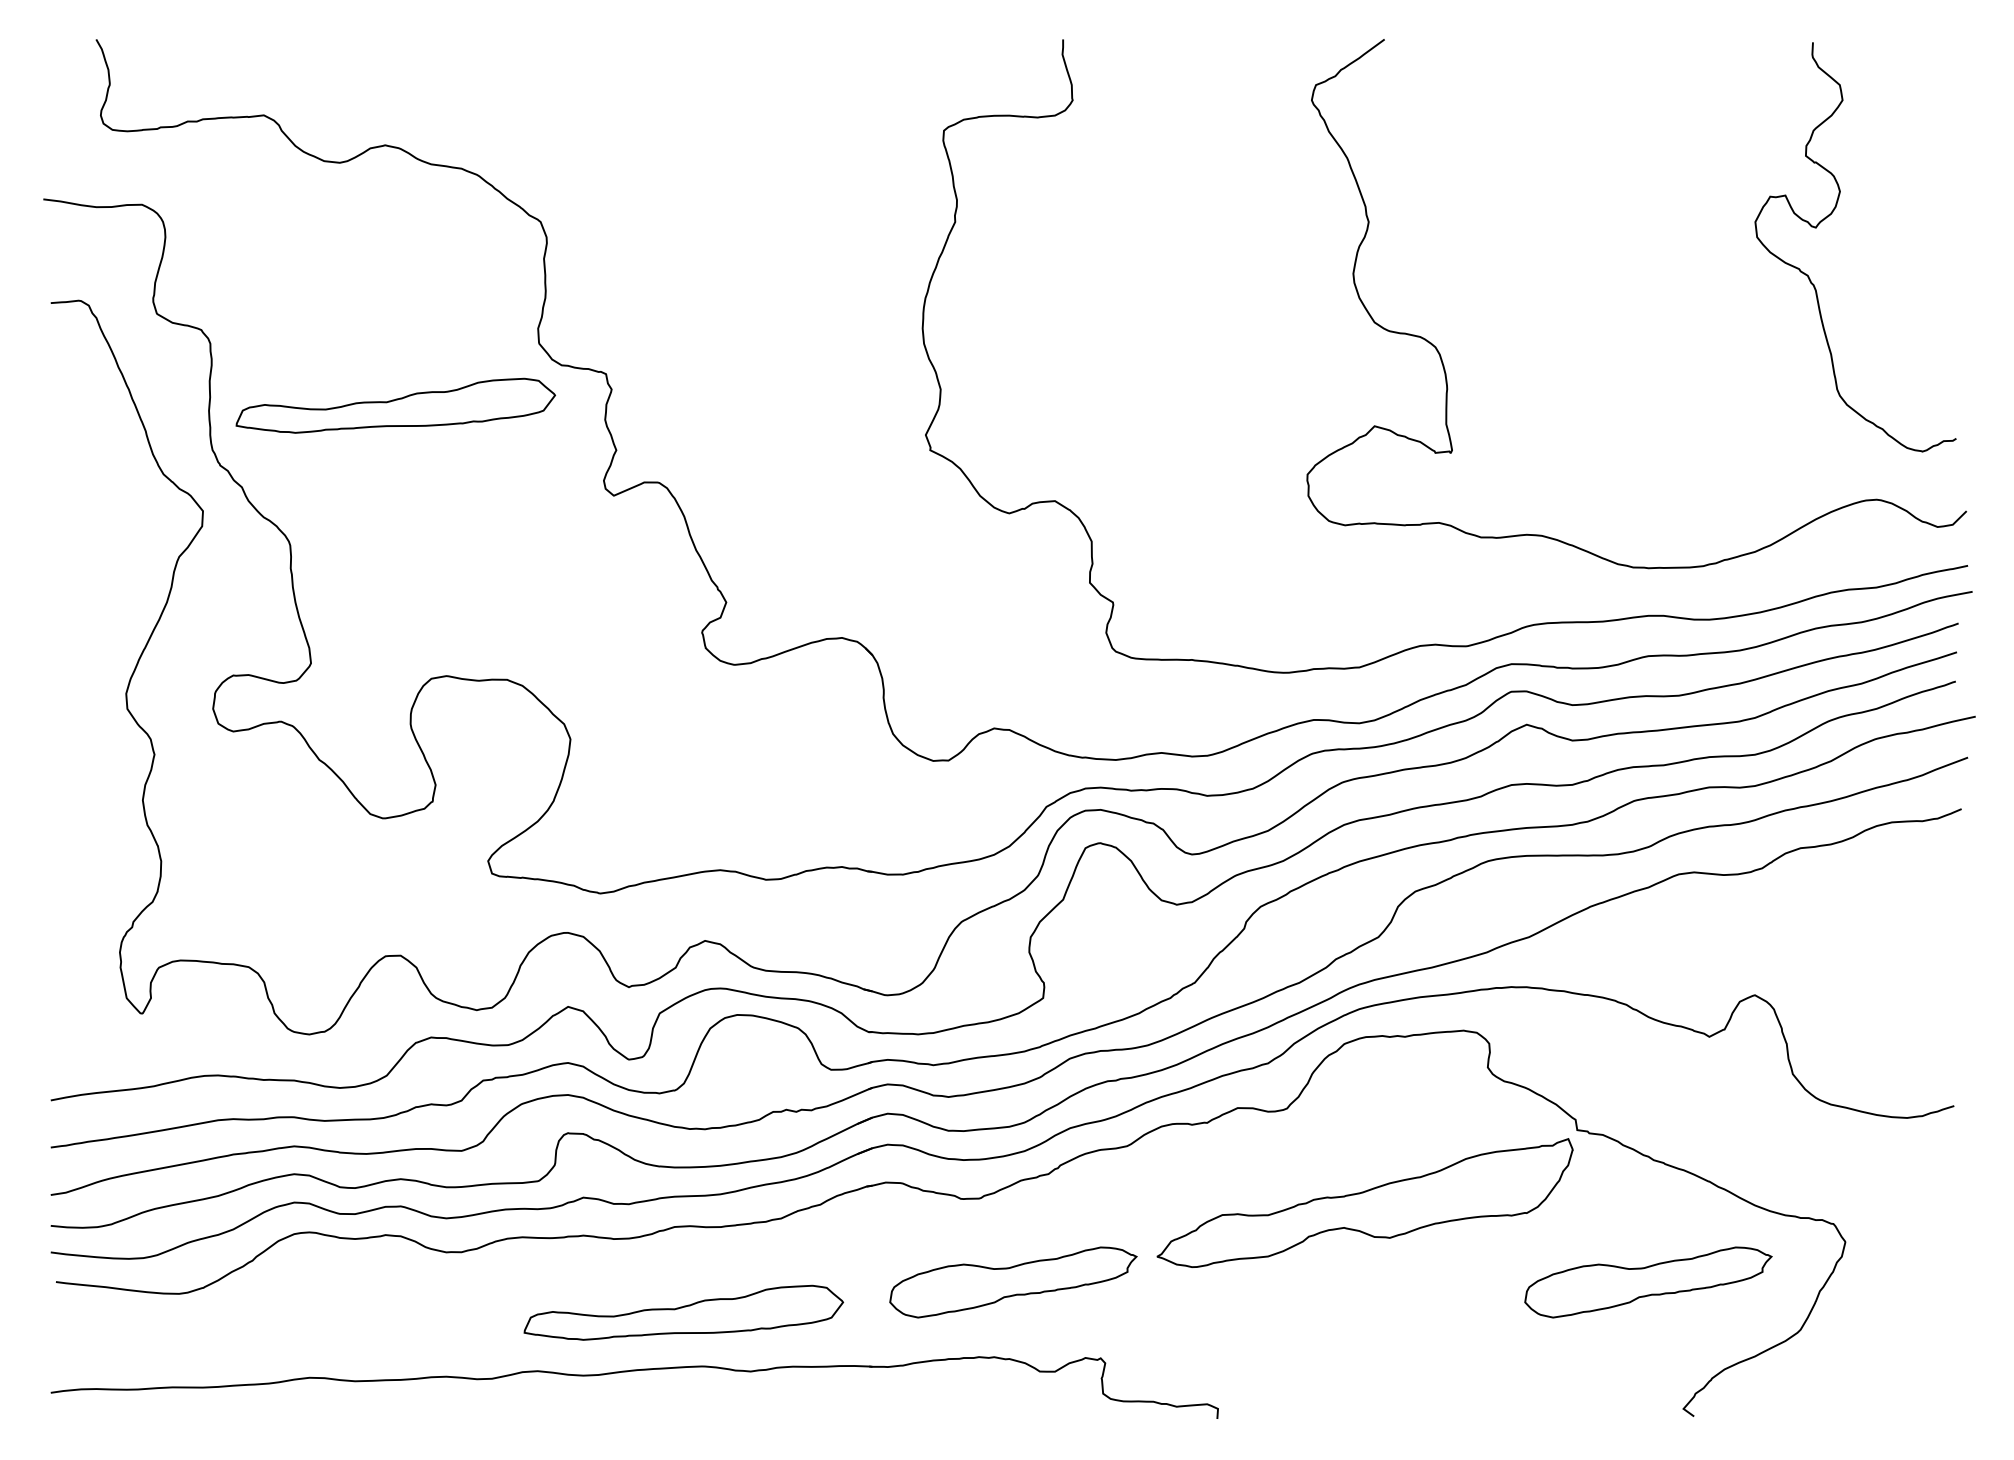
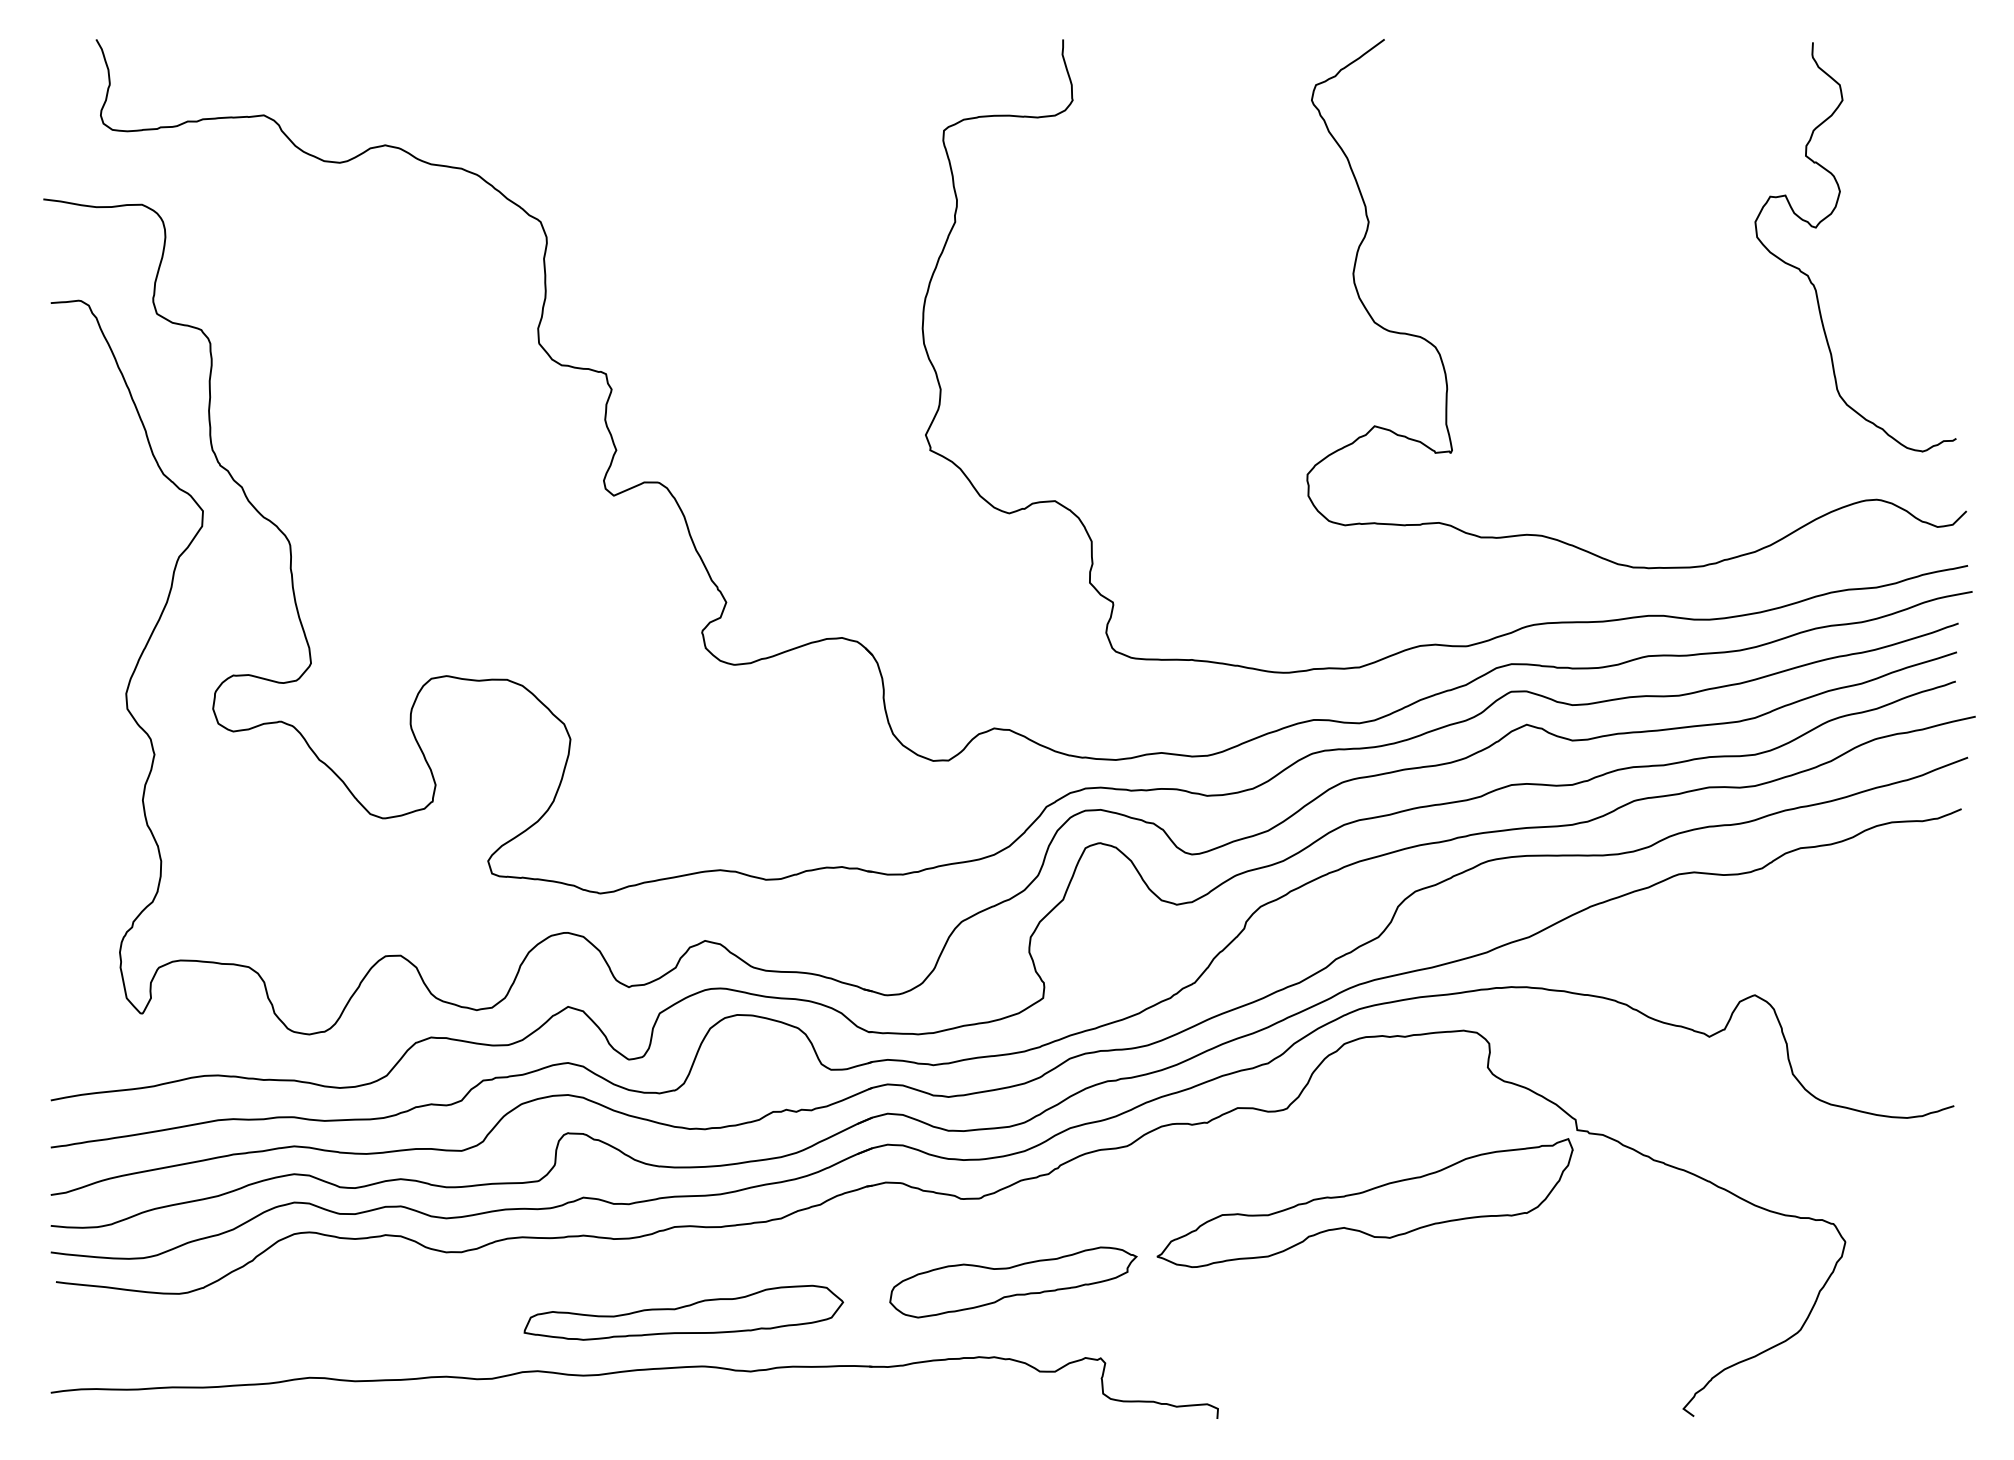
part at (395, 405): present -> none
part at (1648, 1282): present -> none
